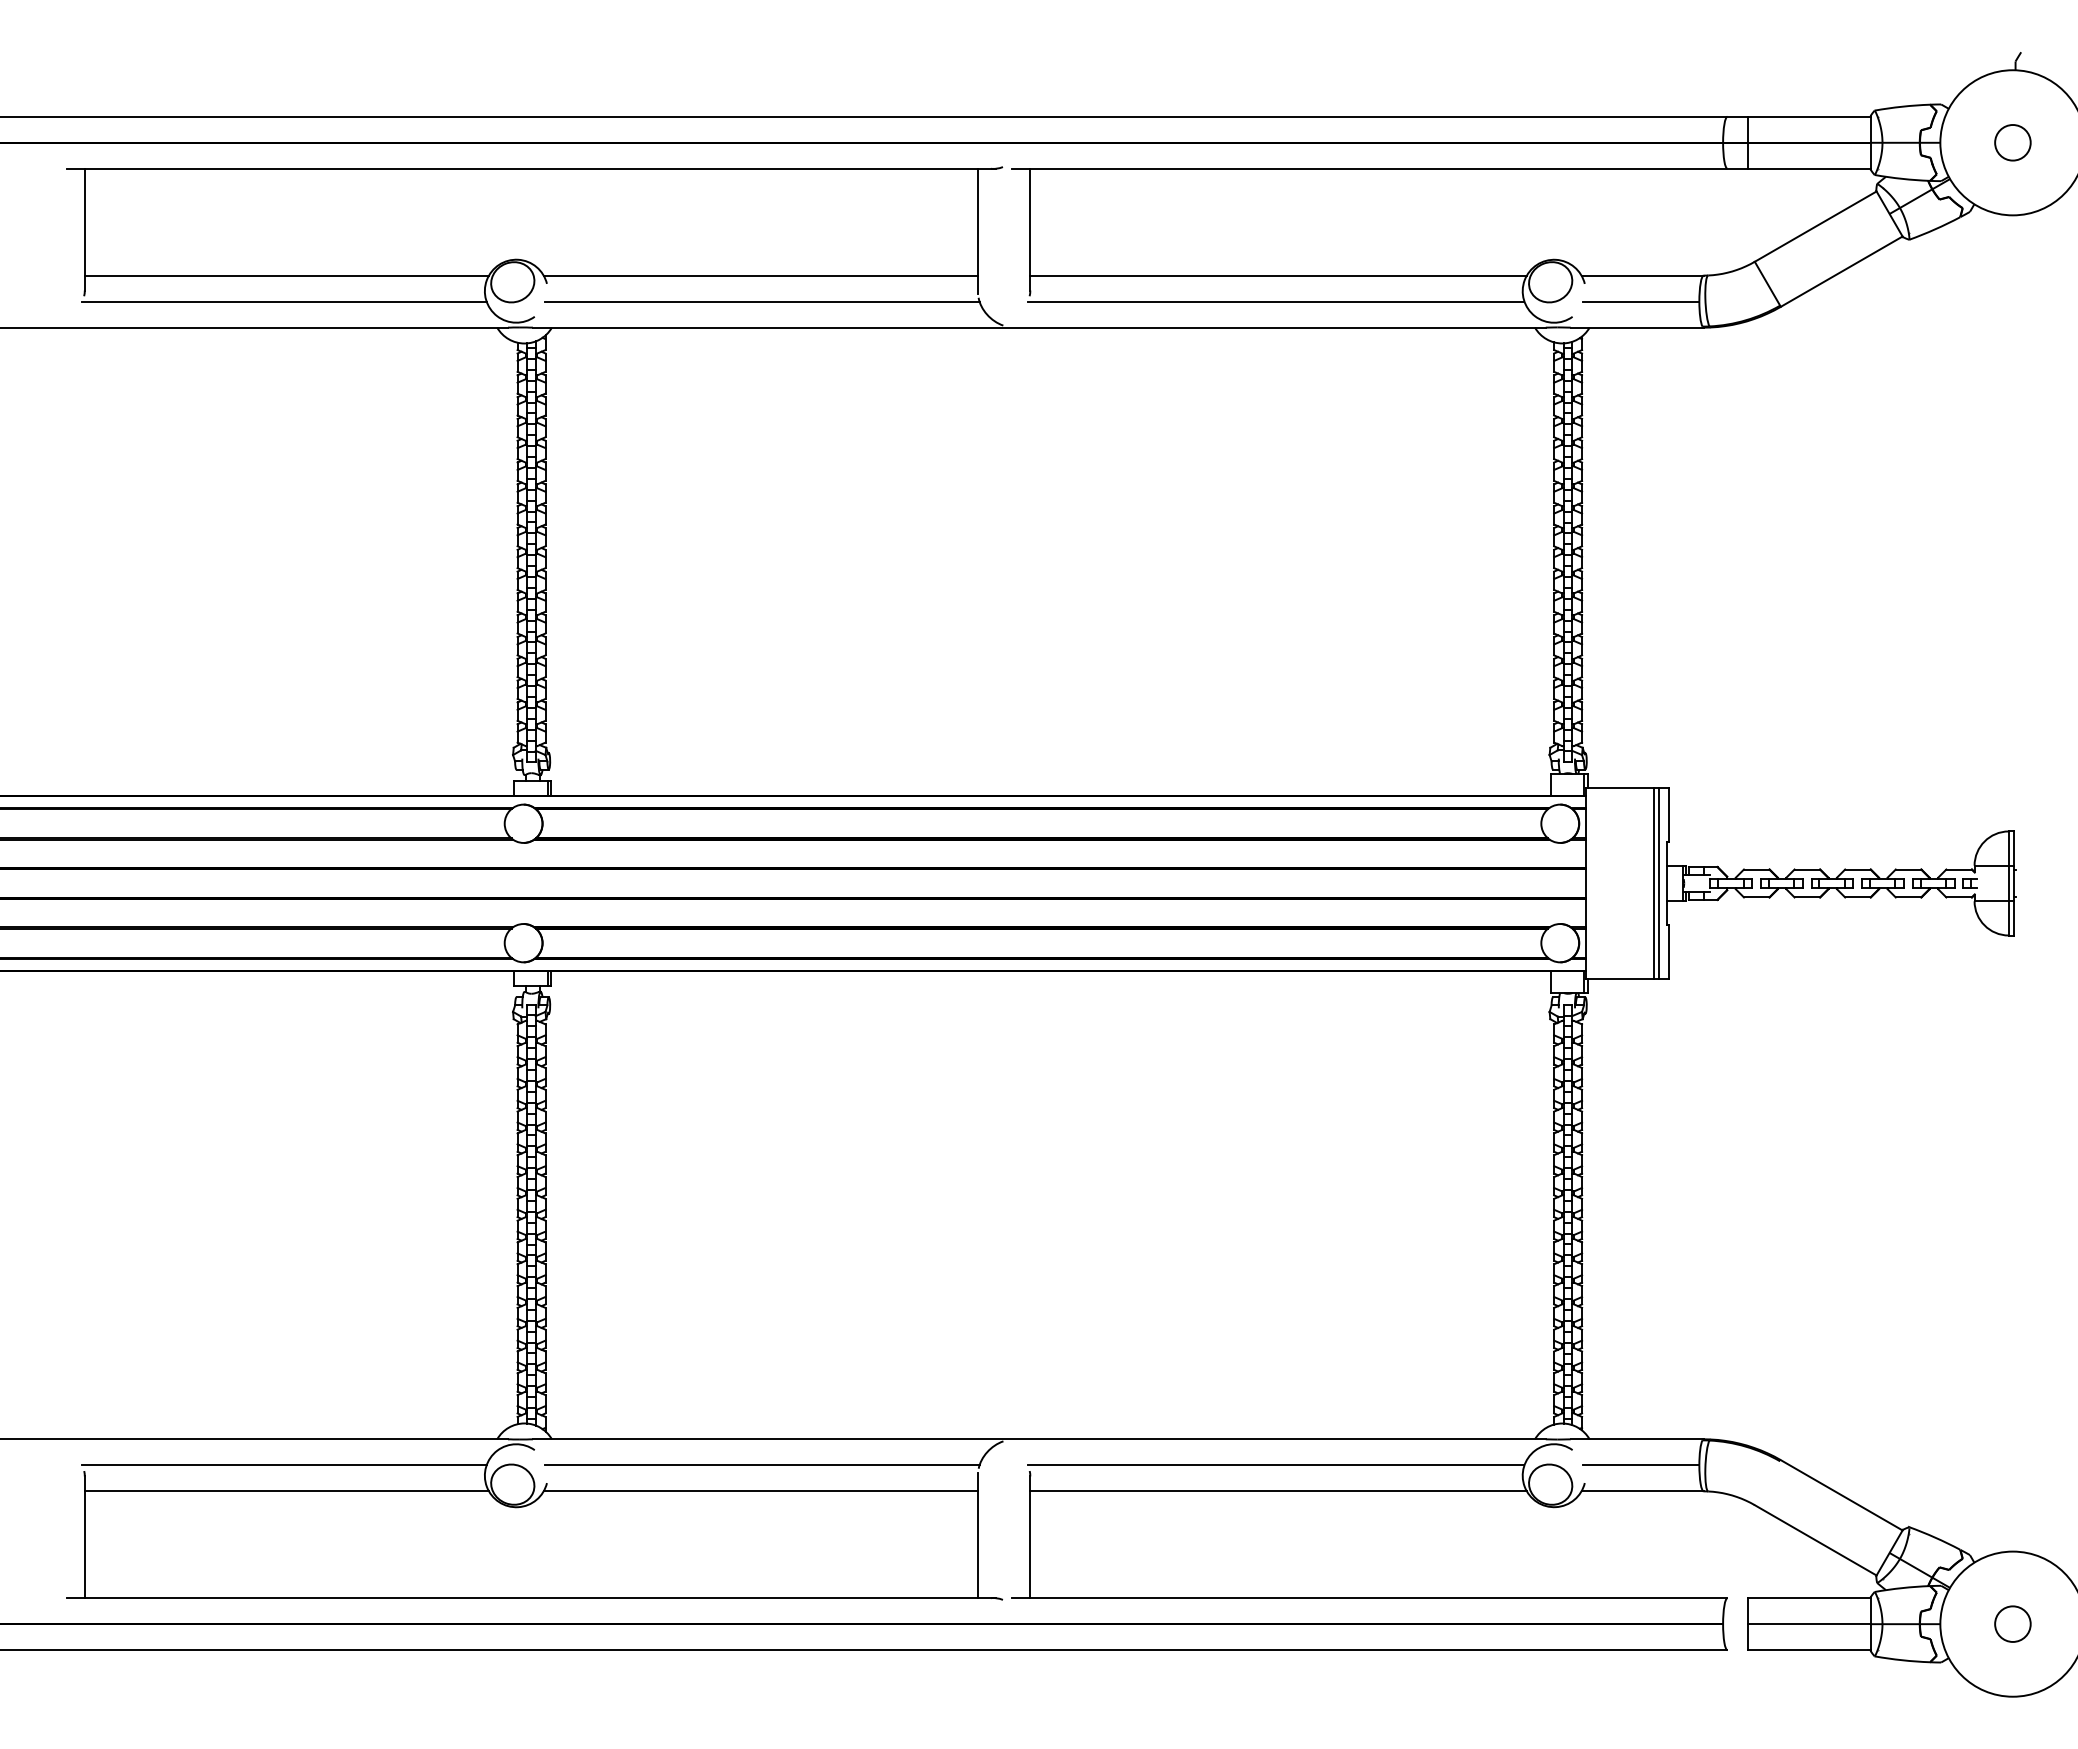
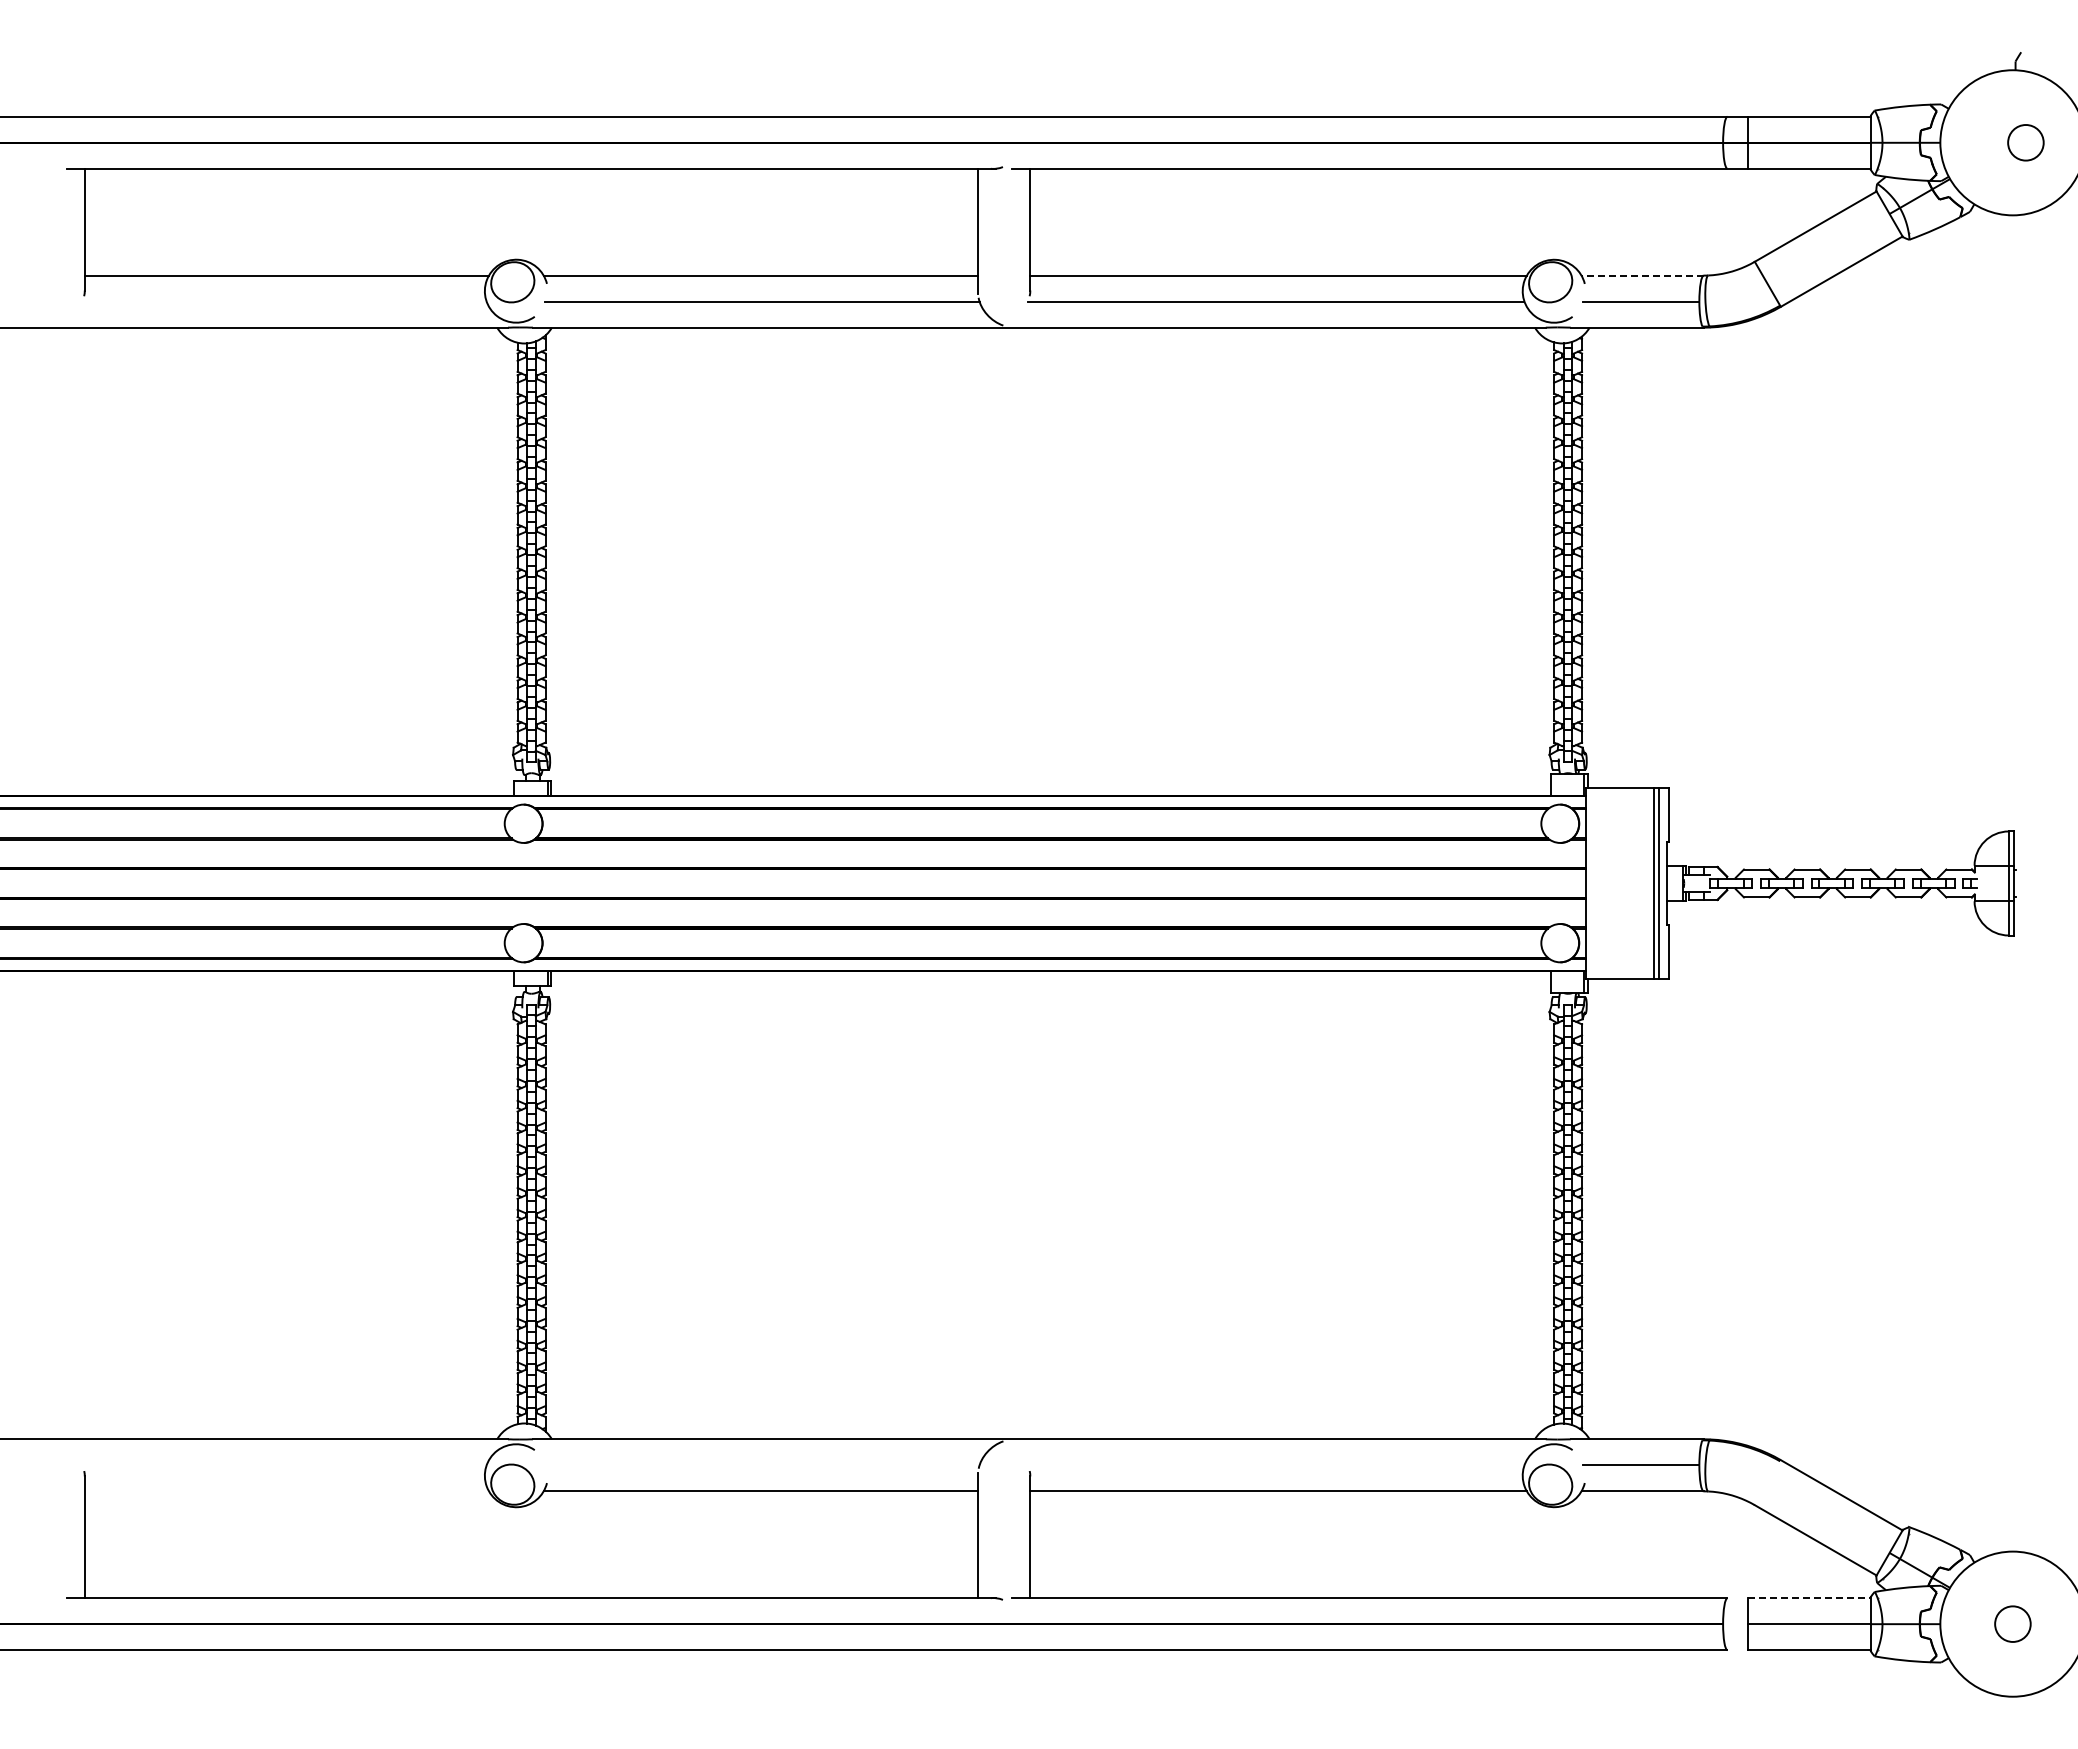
circle at (2012, 142) position: (2012, 142) -> (2025, 142)
line at (1642, 275): solid -> dashed
line at (284, 301): present -> none
line at (284, 1465): present -> none
line at (762, 1465): present -> none
line at (1275, 1465): present -> none
line at (286, 1491): present -> none
line at (1809, 1598): solid -> dashed
